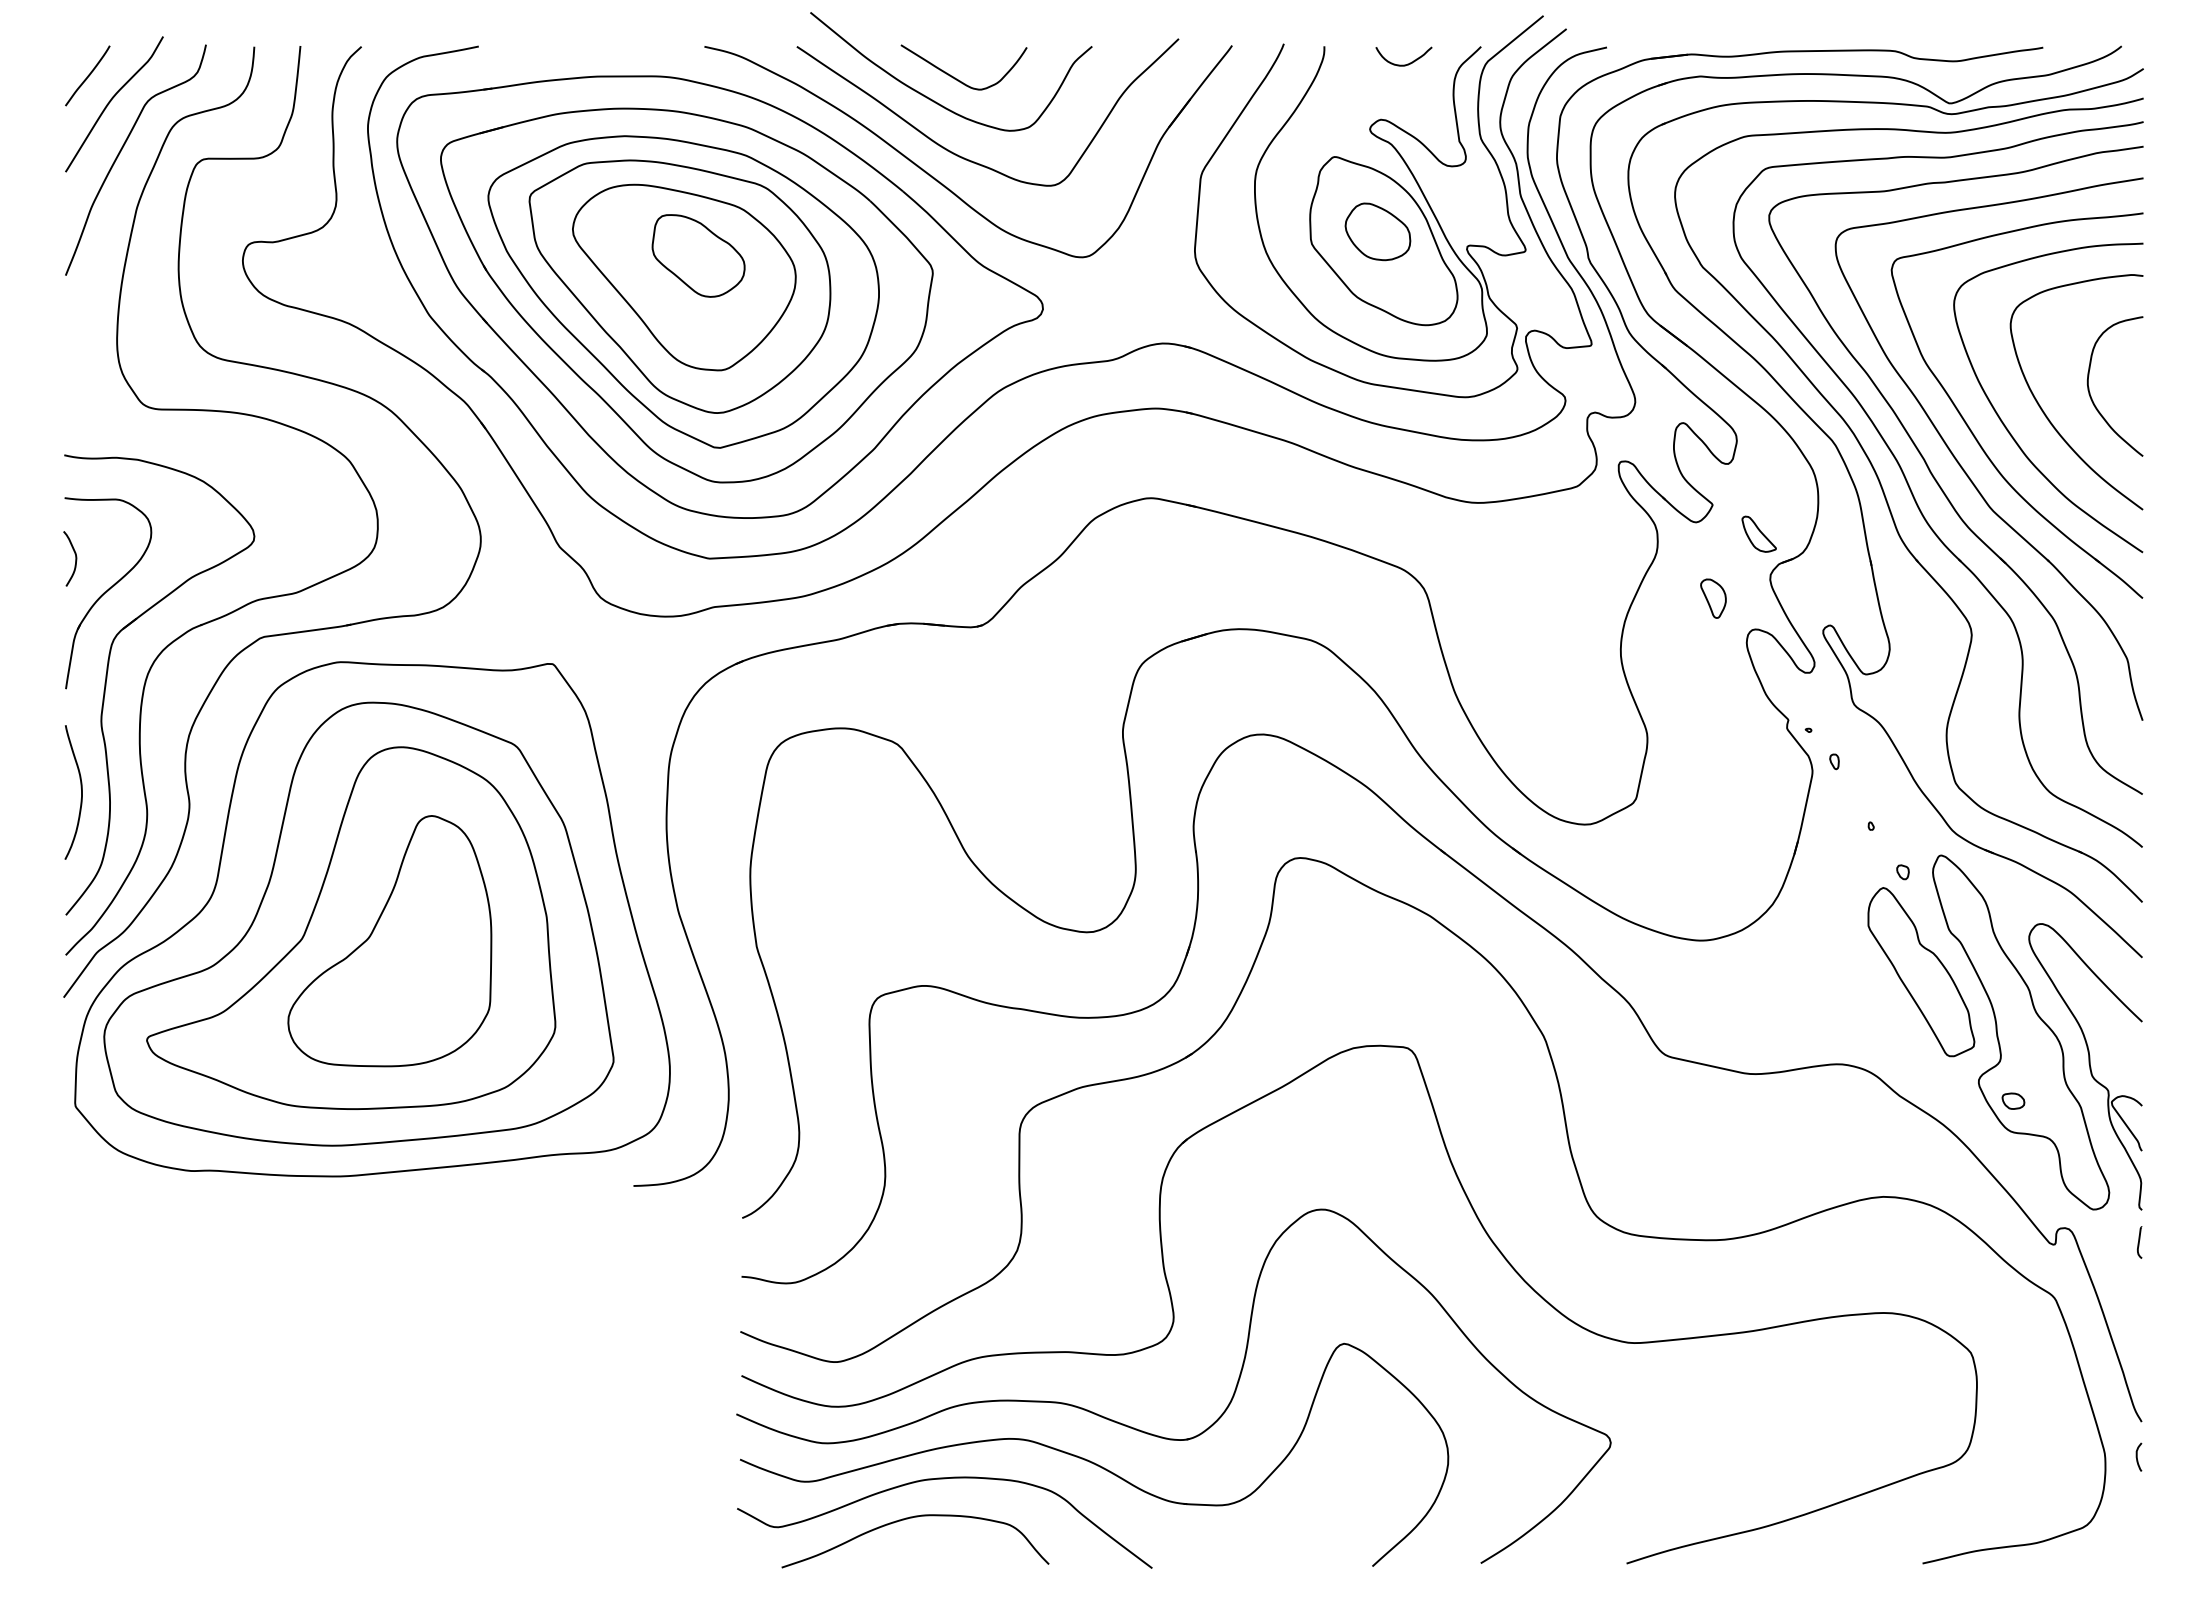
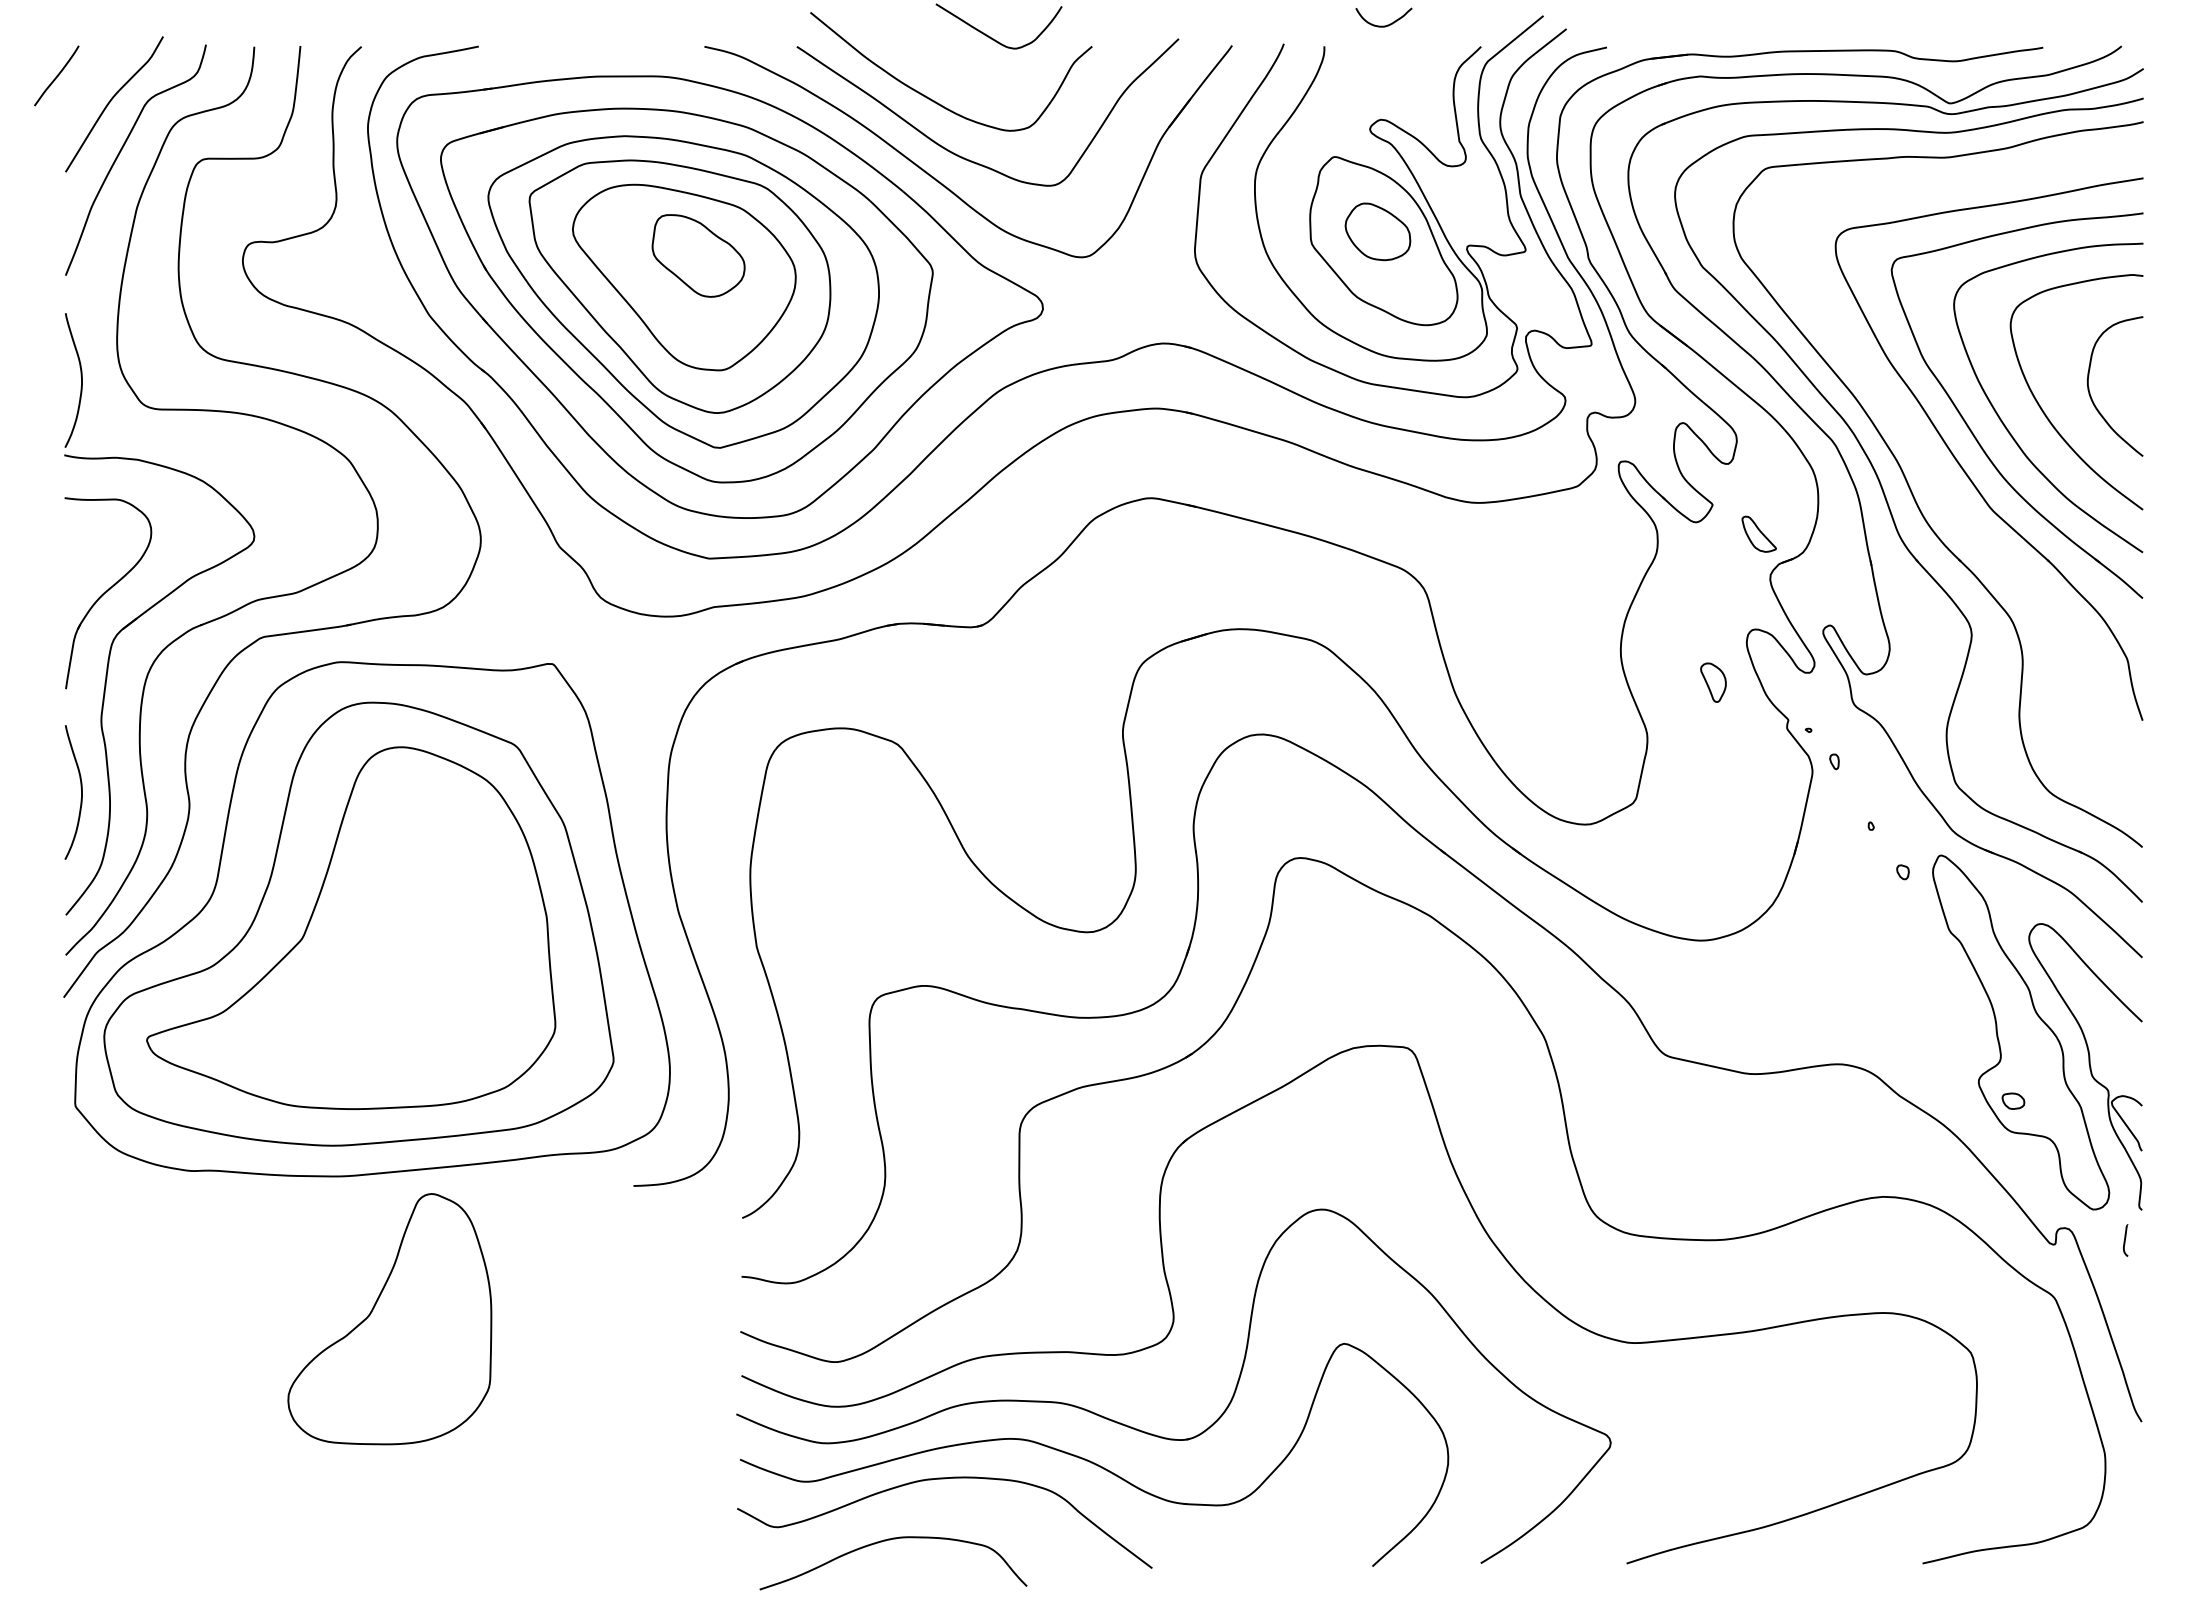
curve at (1403, 64) position: (1403, 64) -> (1383, 25)
curve at (87, 75) position: (87, 75) -> (56, 75)
curve at (957, 78) position: (957, 78) -> (992, 37)
curve at (81, 380): none -> present
part at (1938, 482): present -> none
curve at (75, 558): present -> none
part at (1713, 598) position: (1713, 598) -> (1713, 682)
part at (389, 941) position: (389, 941) -> (389, 1319)
part at (1921, 972): present -> none
curve at (2139, 1242) position: (2139, 1242) -> (2125, 1240)
curve at (2137, 1456): present -> none
curve at (912, 1518) position: (912, 1518) -> (890, 1540)
